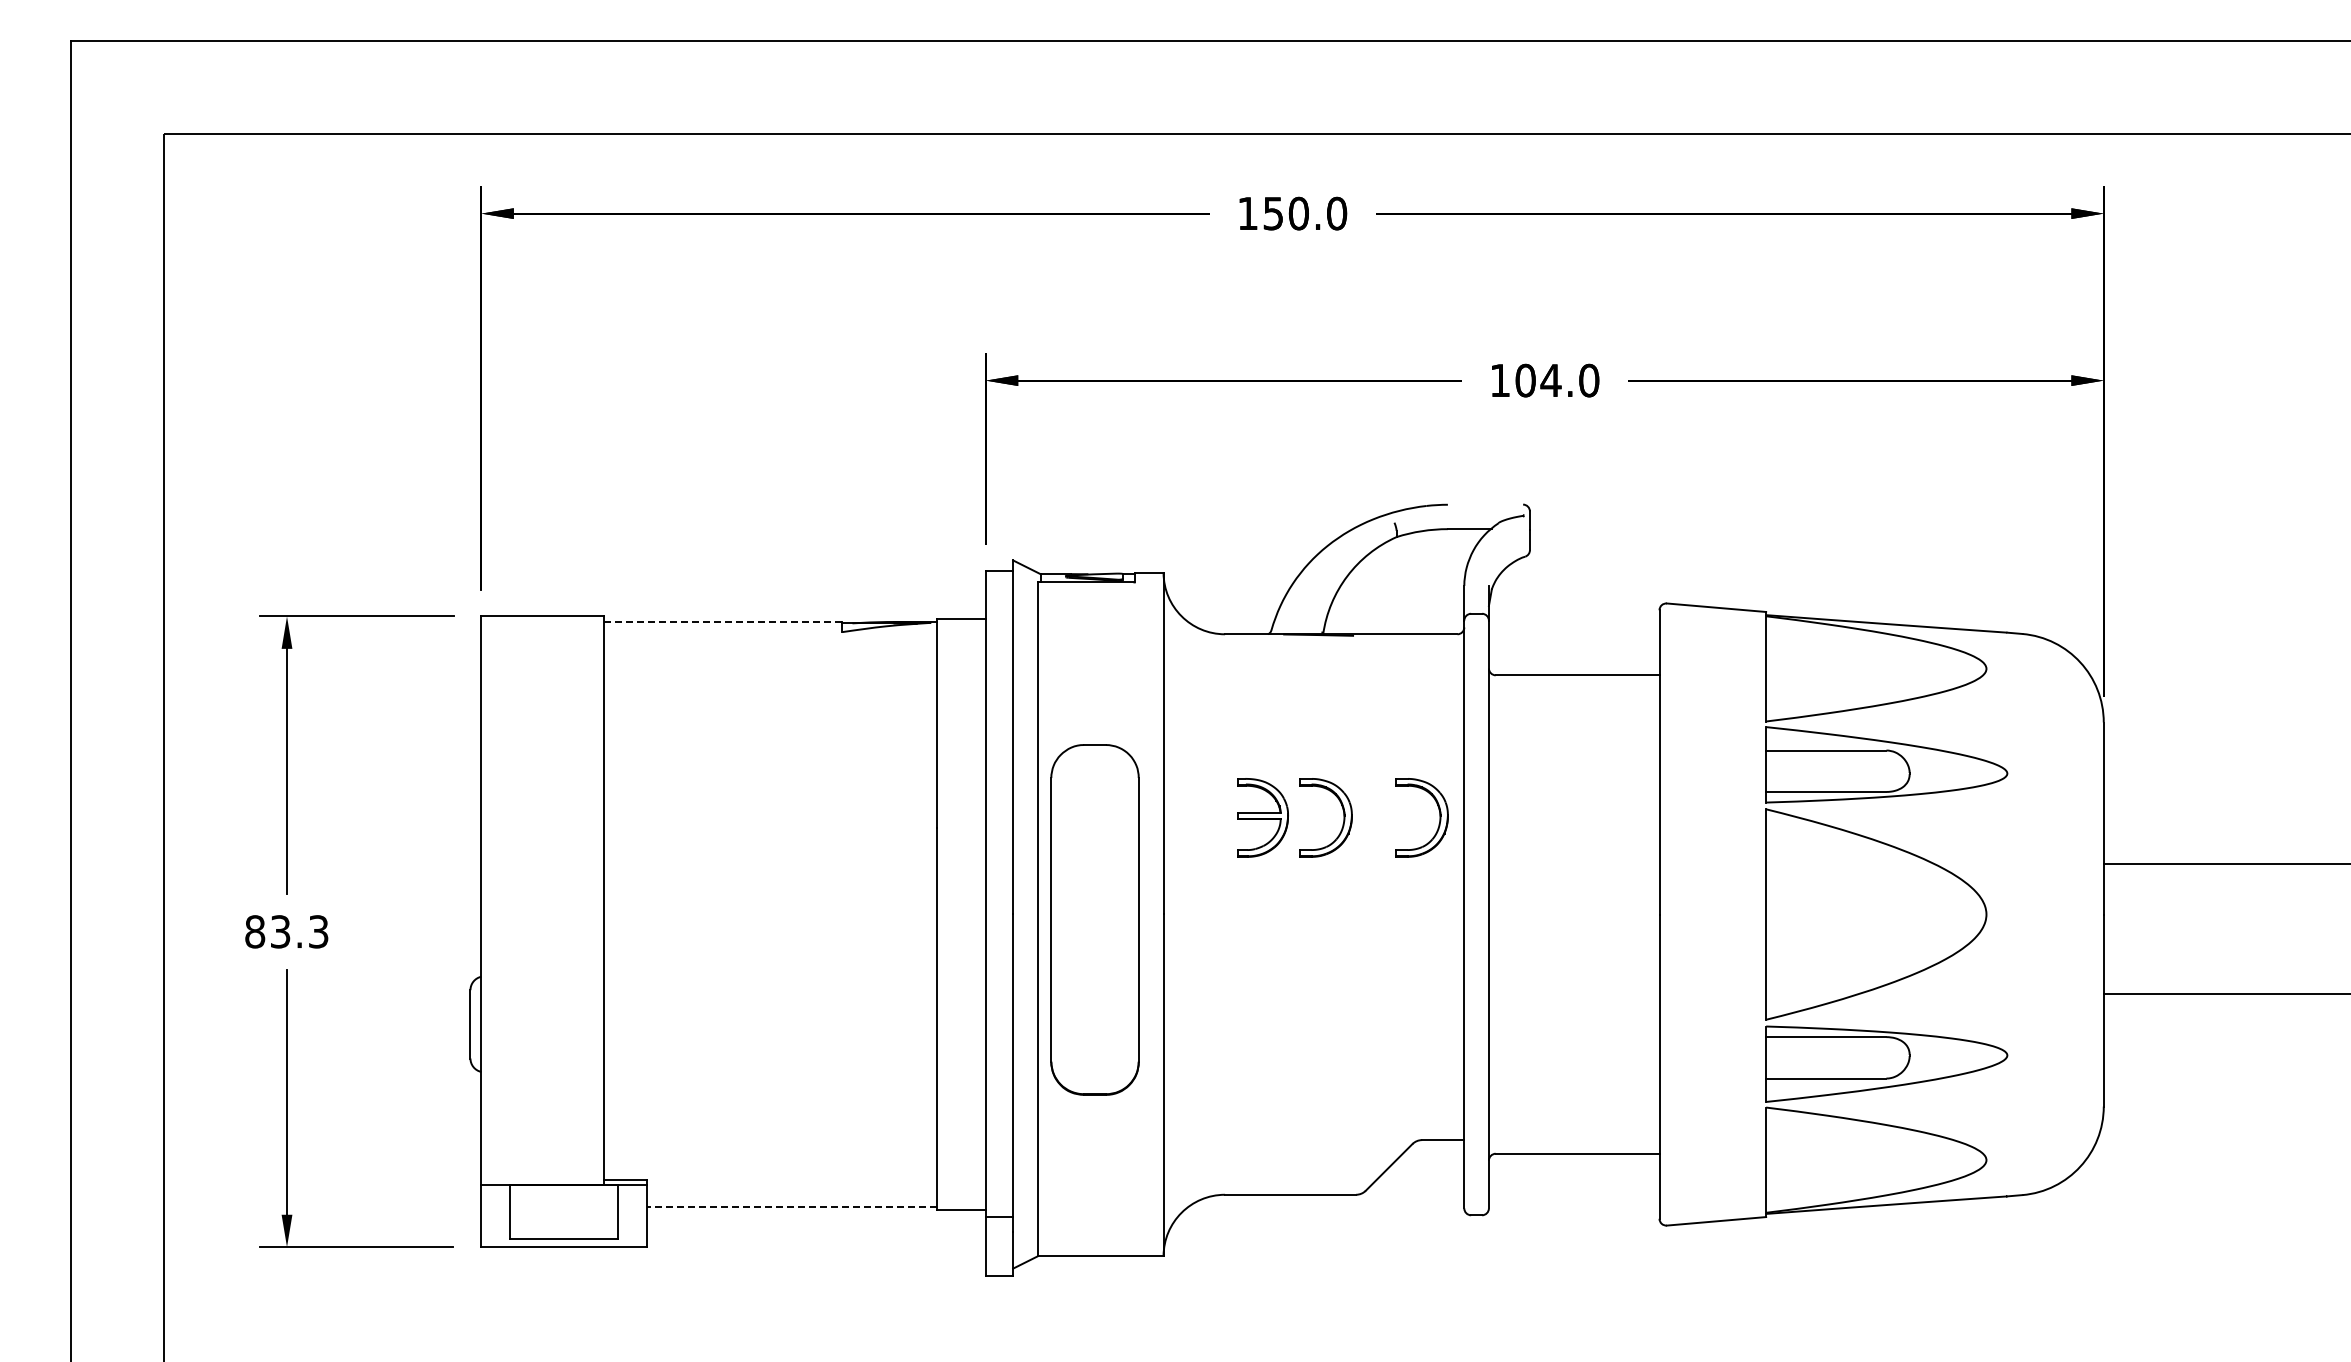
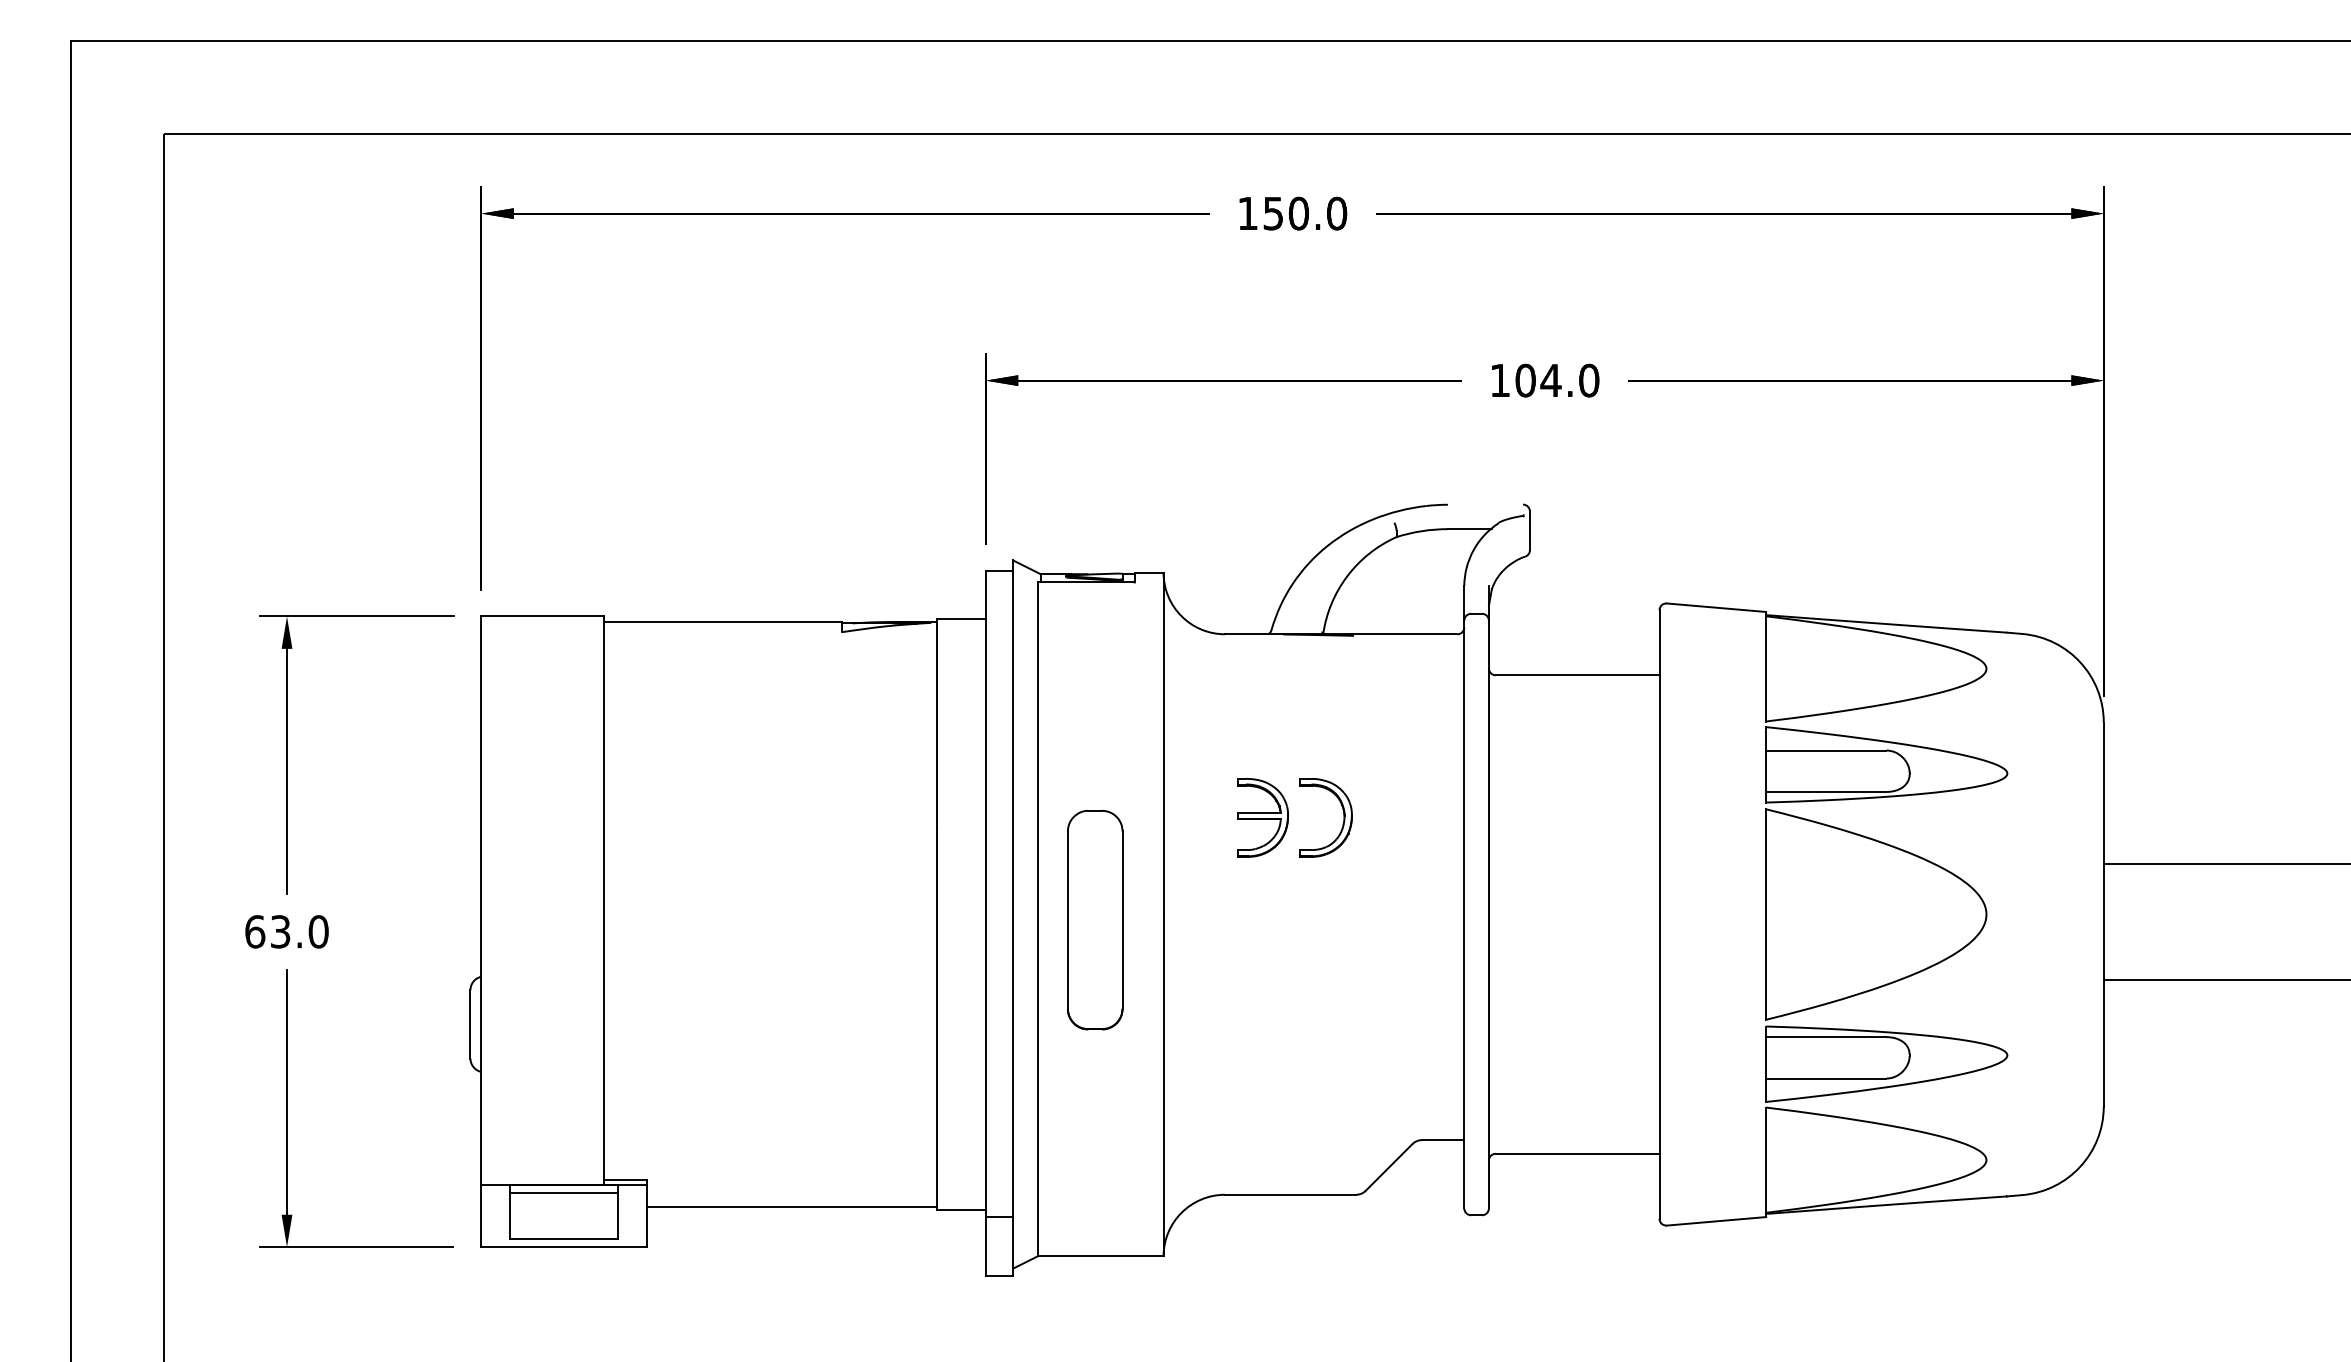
line at (723, 621): dashed -> solid
part at (1439, 817): present -> none
part at (1094, 919) size: 90x352 px -> 57x221 px
text at (286, 931): 83.3 -> 63.0
line at (2225, 994) position: (2225, 994) -> (2225, 980)
line at (564, 1192): none -> present
line at (791, 1207): dashed -> solid
